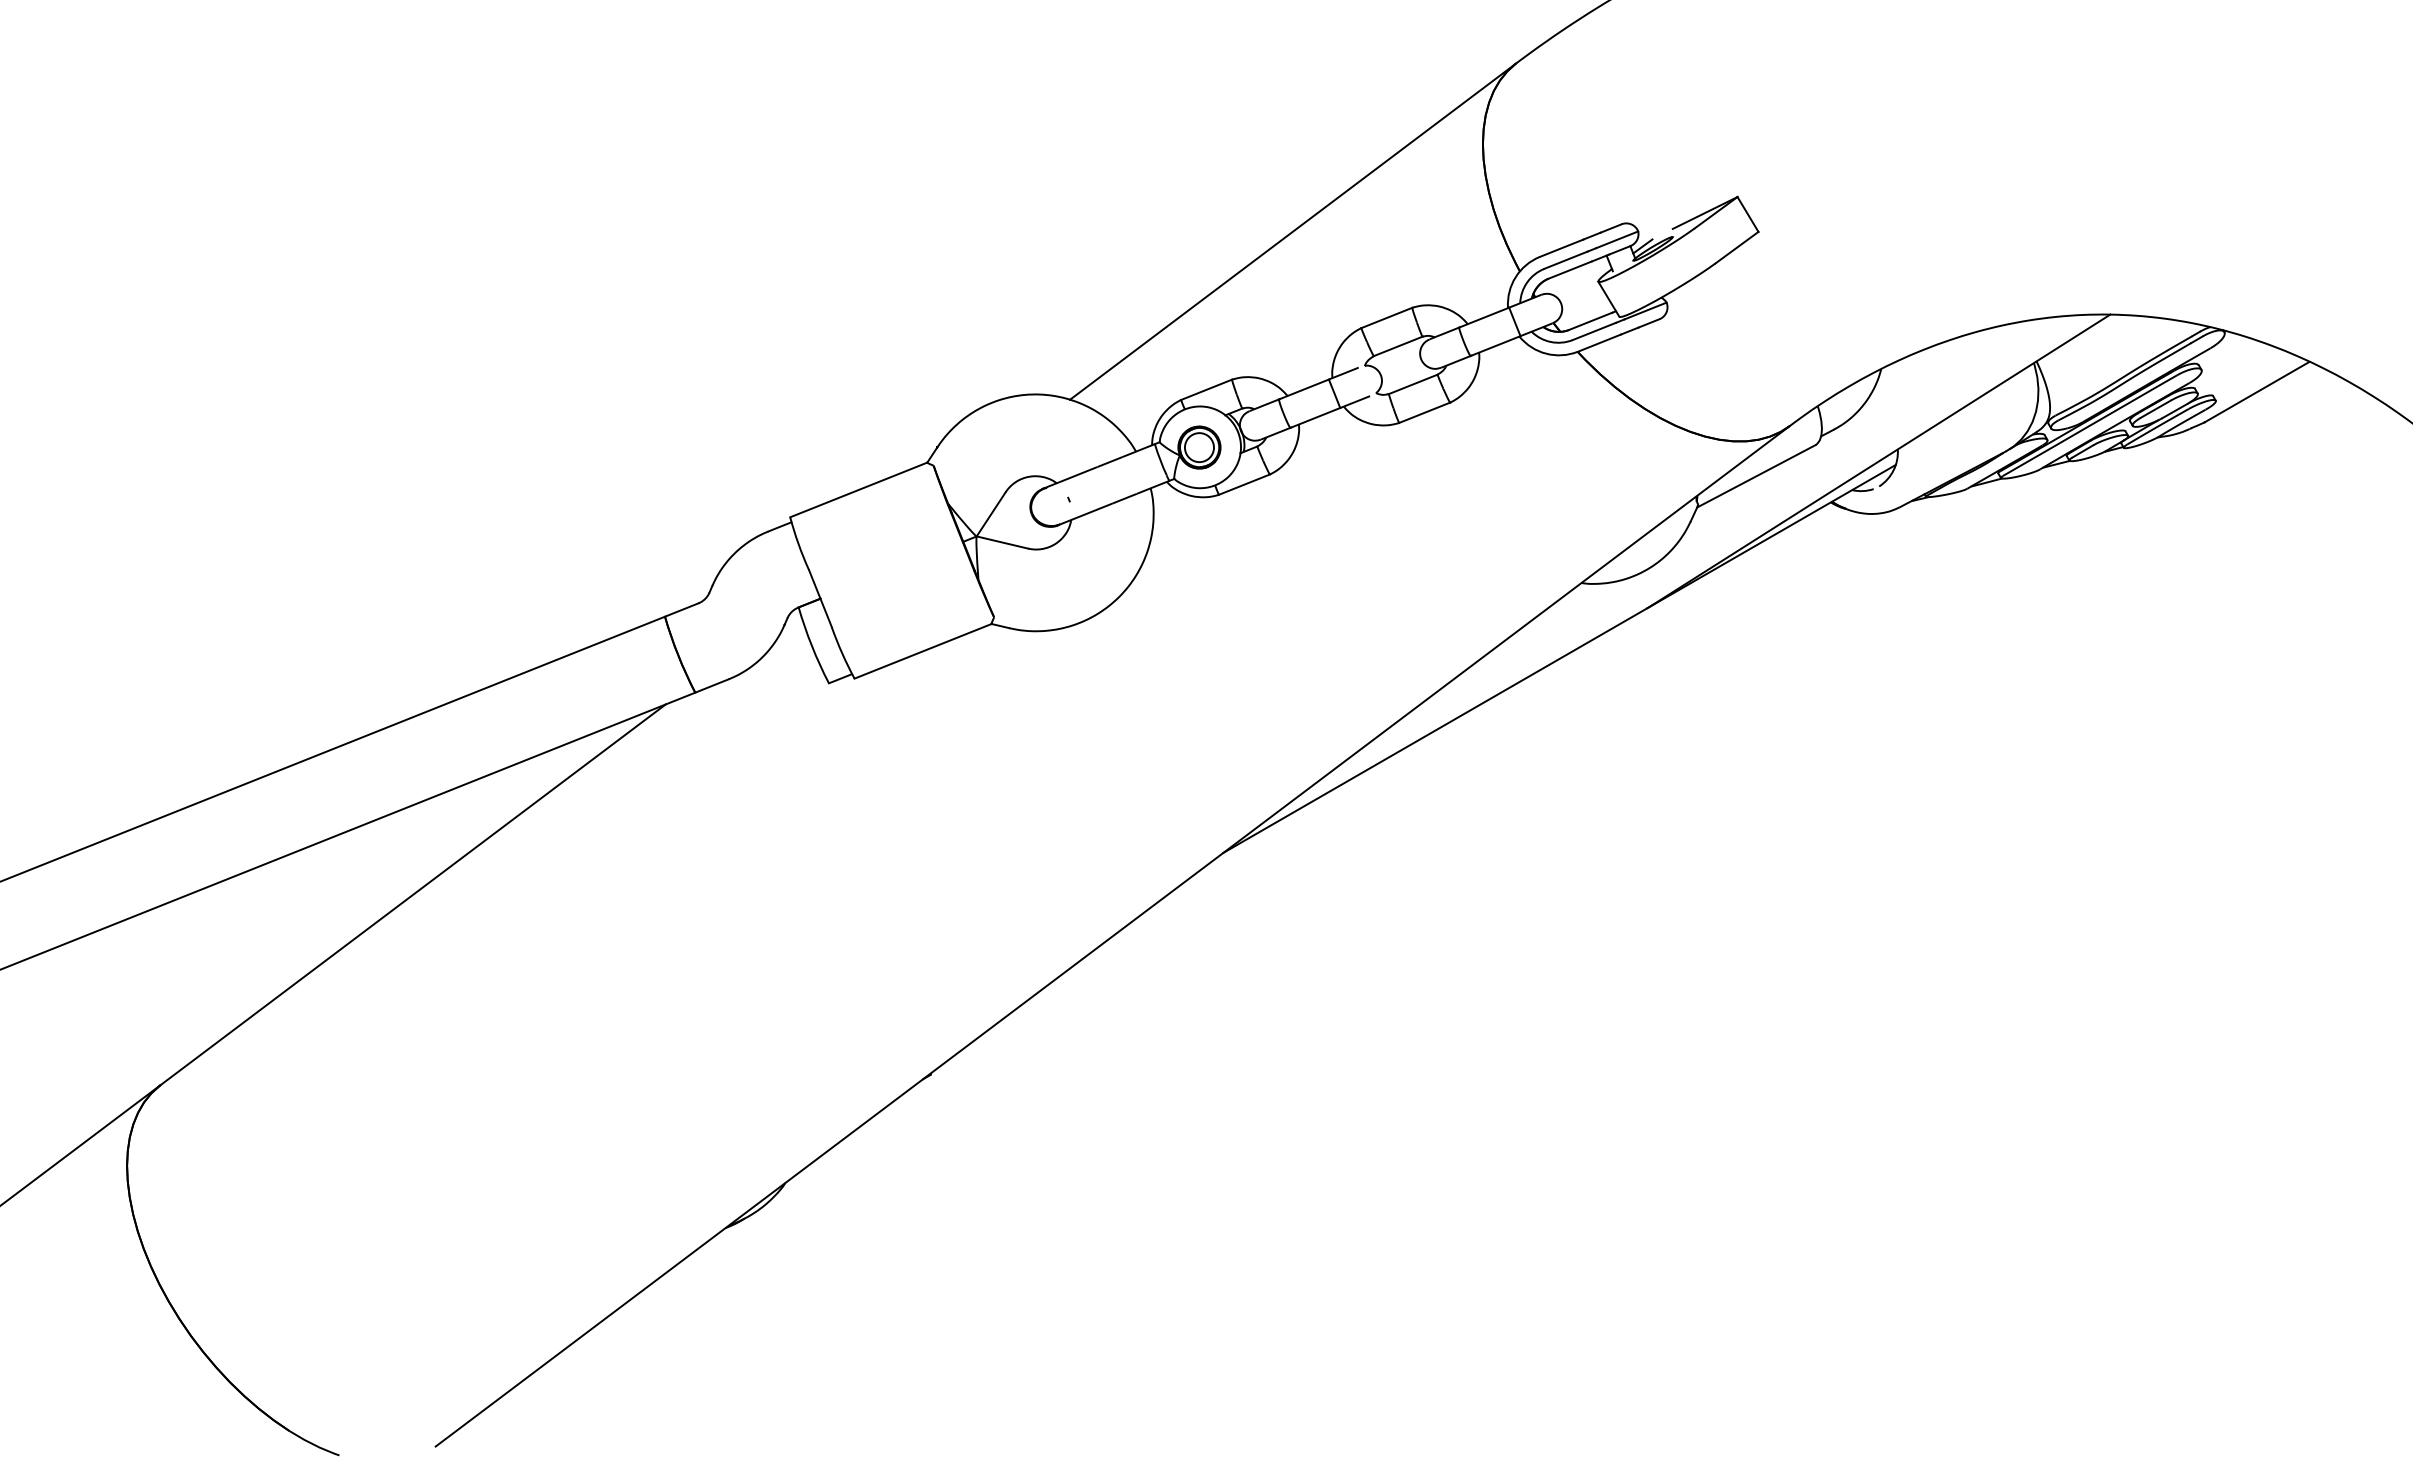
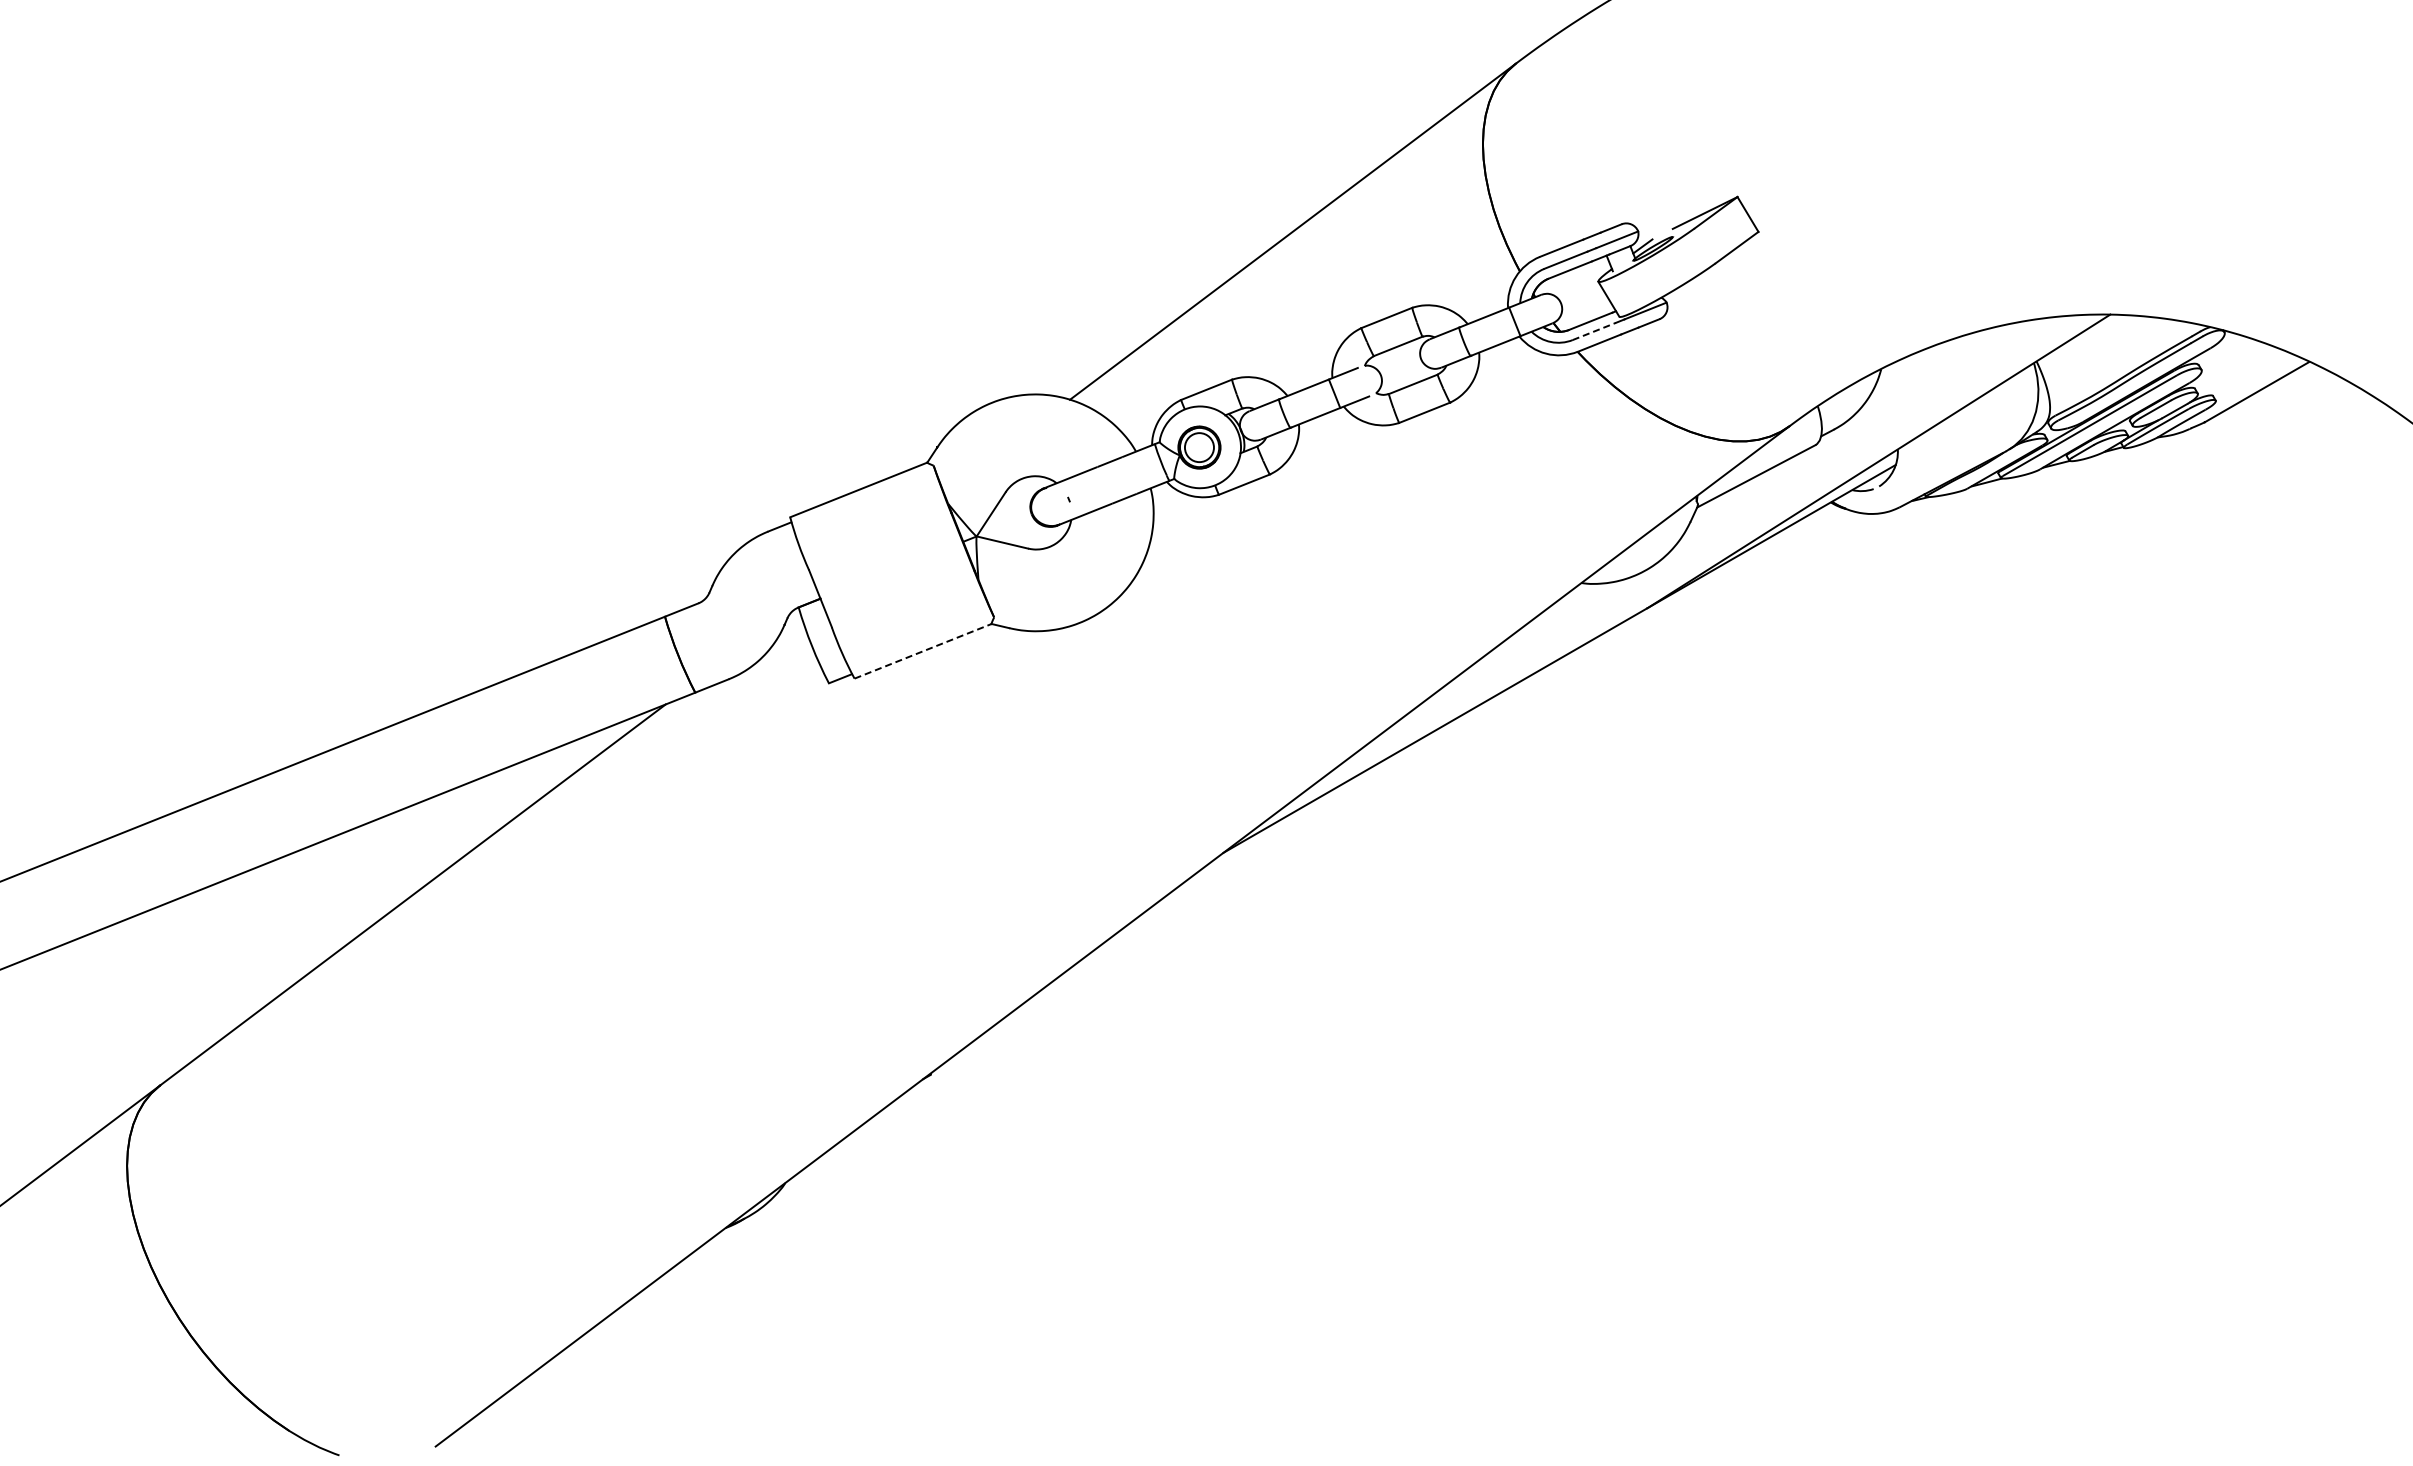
line at (1594, 331): solid -> dashed
line at (923, 651): solid -> dashed
